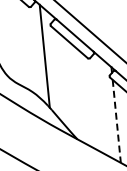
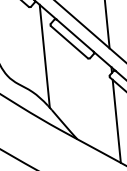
line at (107, 25): none -> present
line at (116, 121): dashed -> solid
